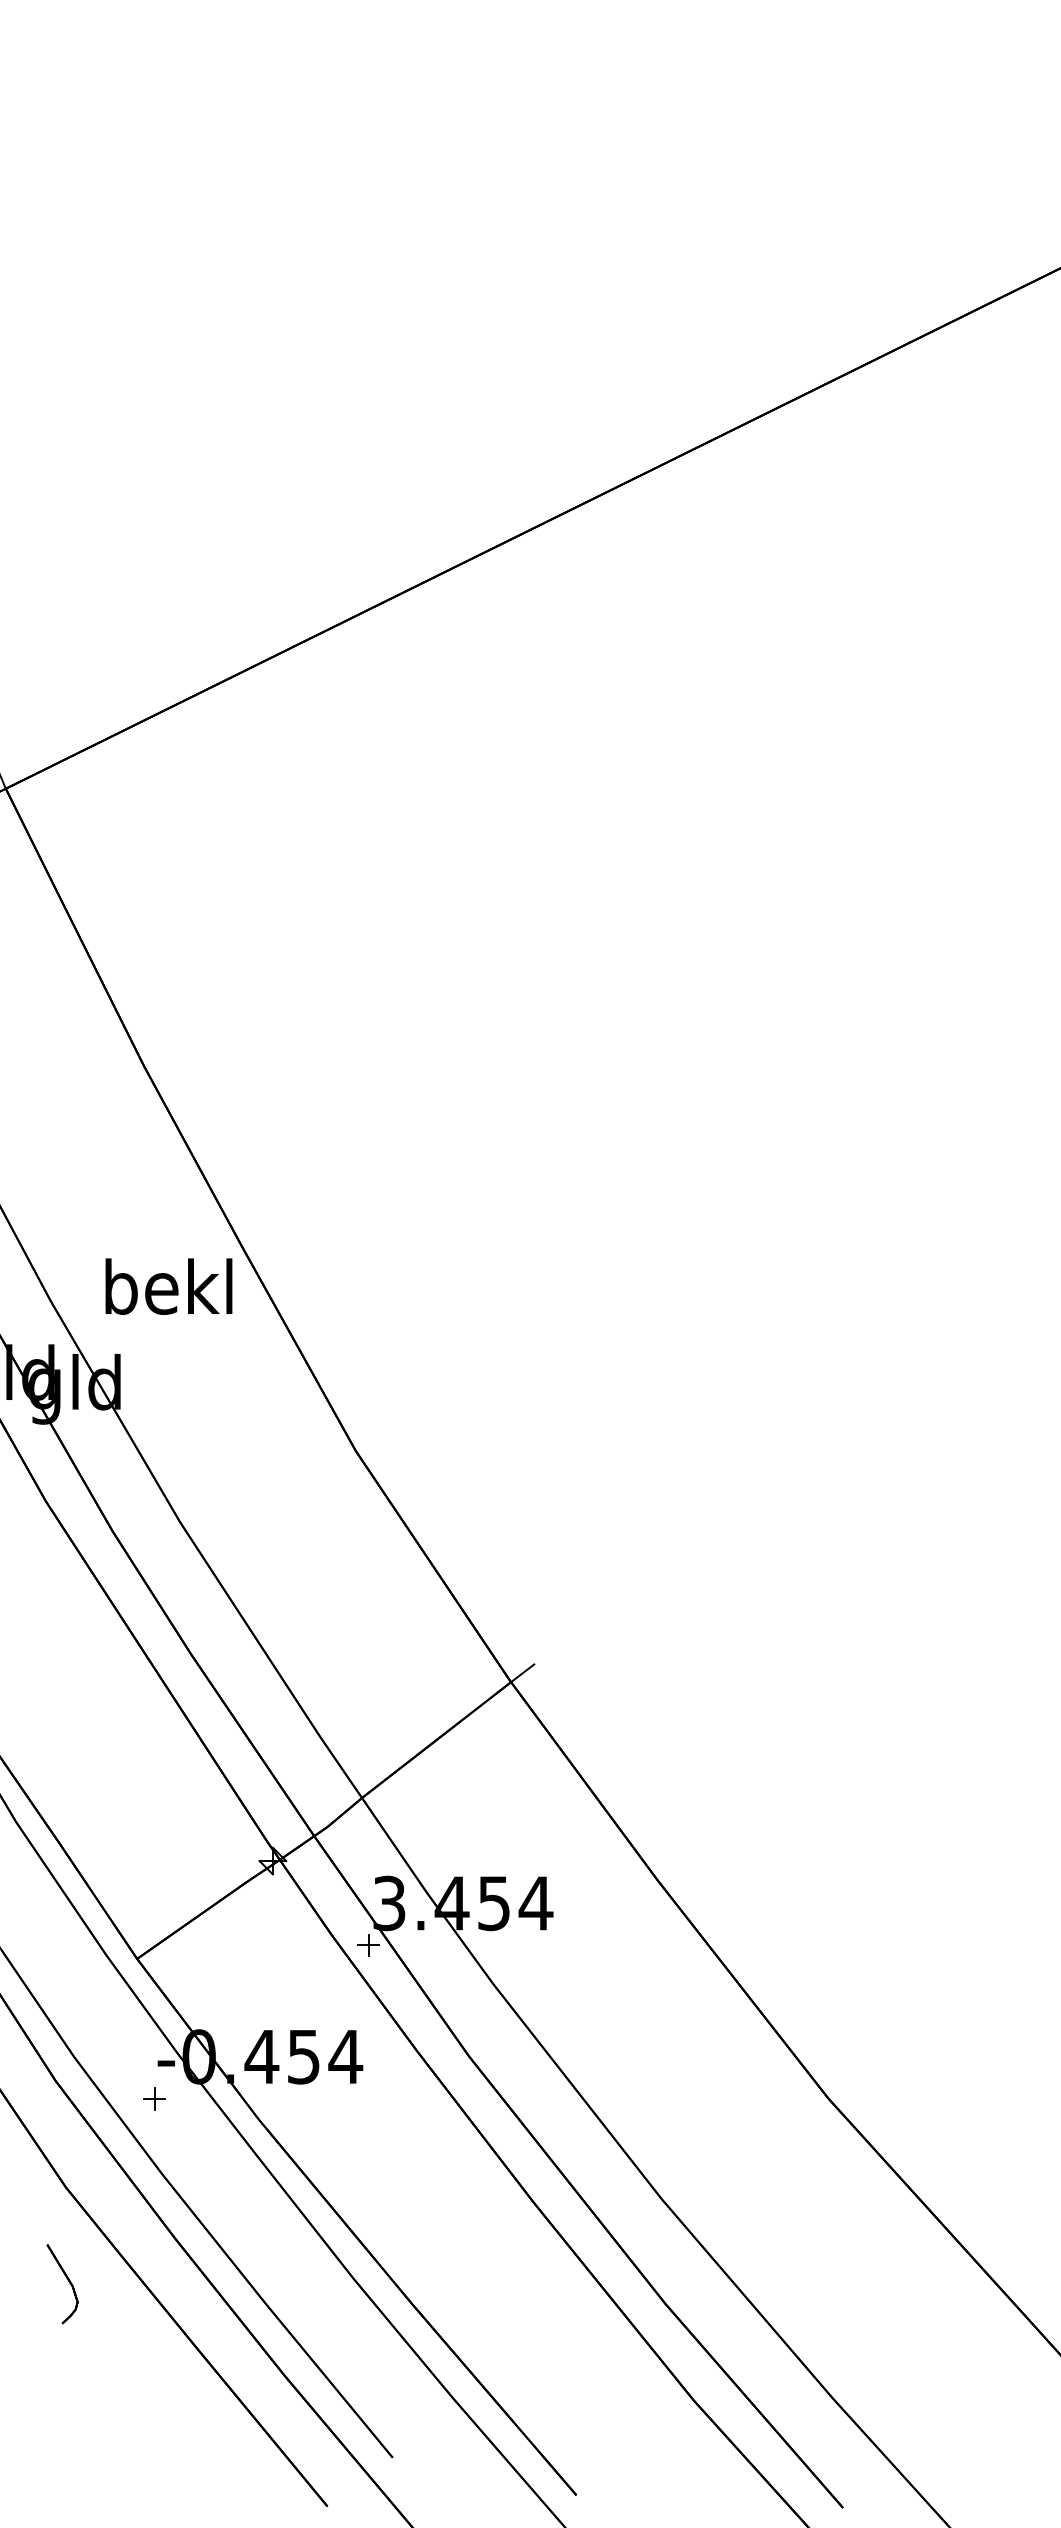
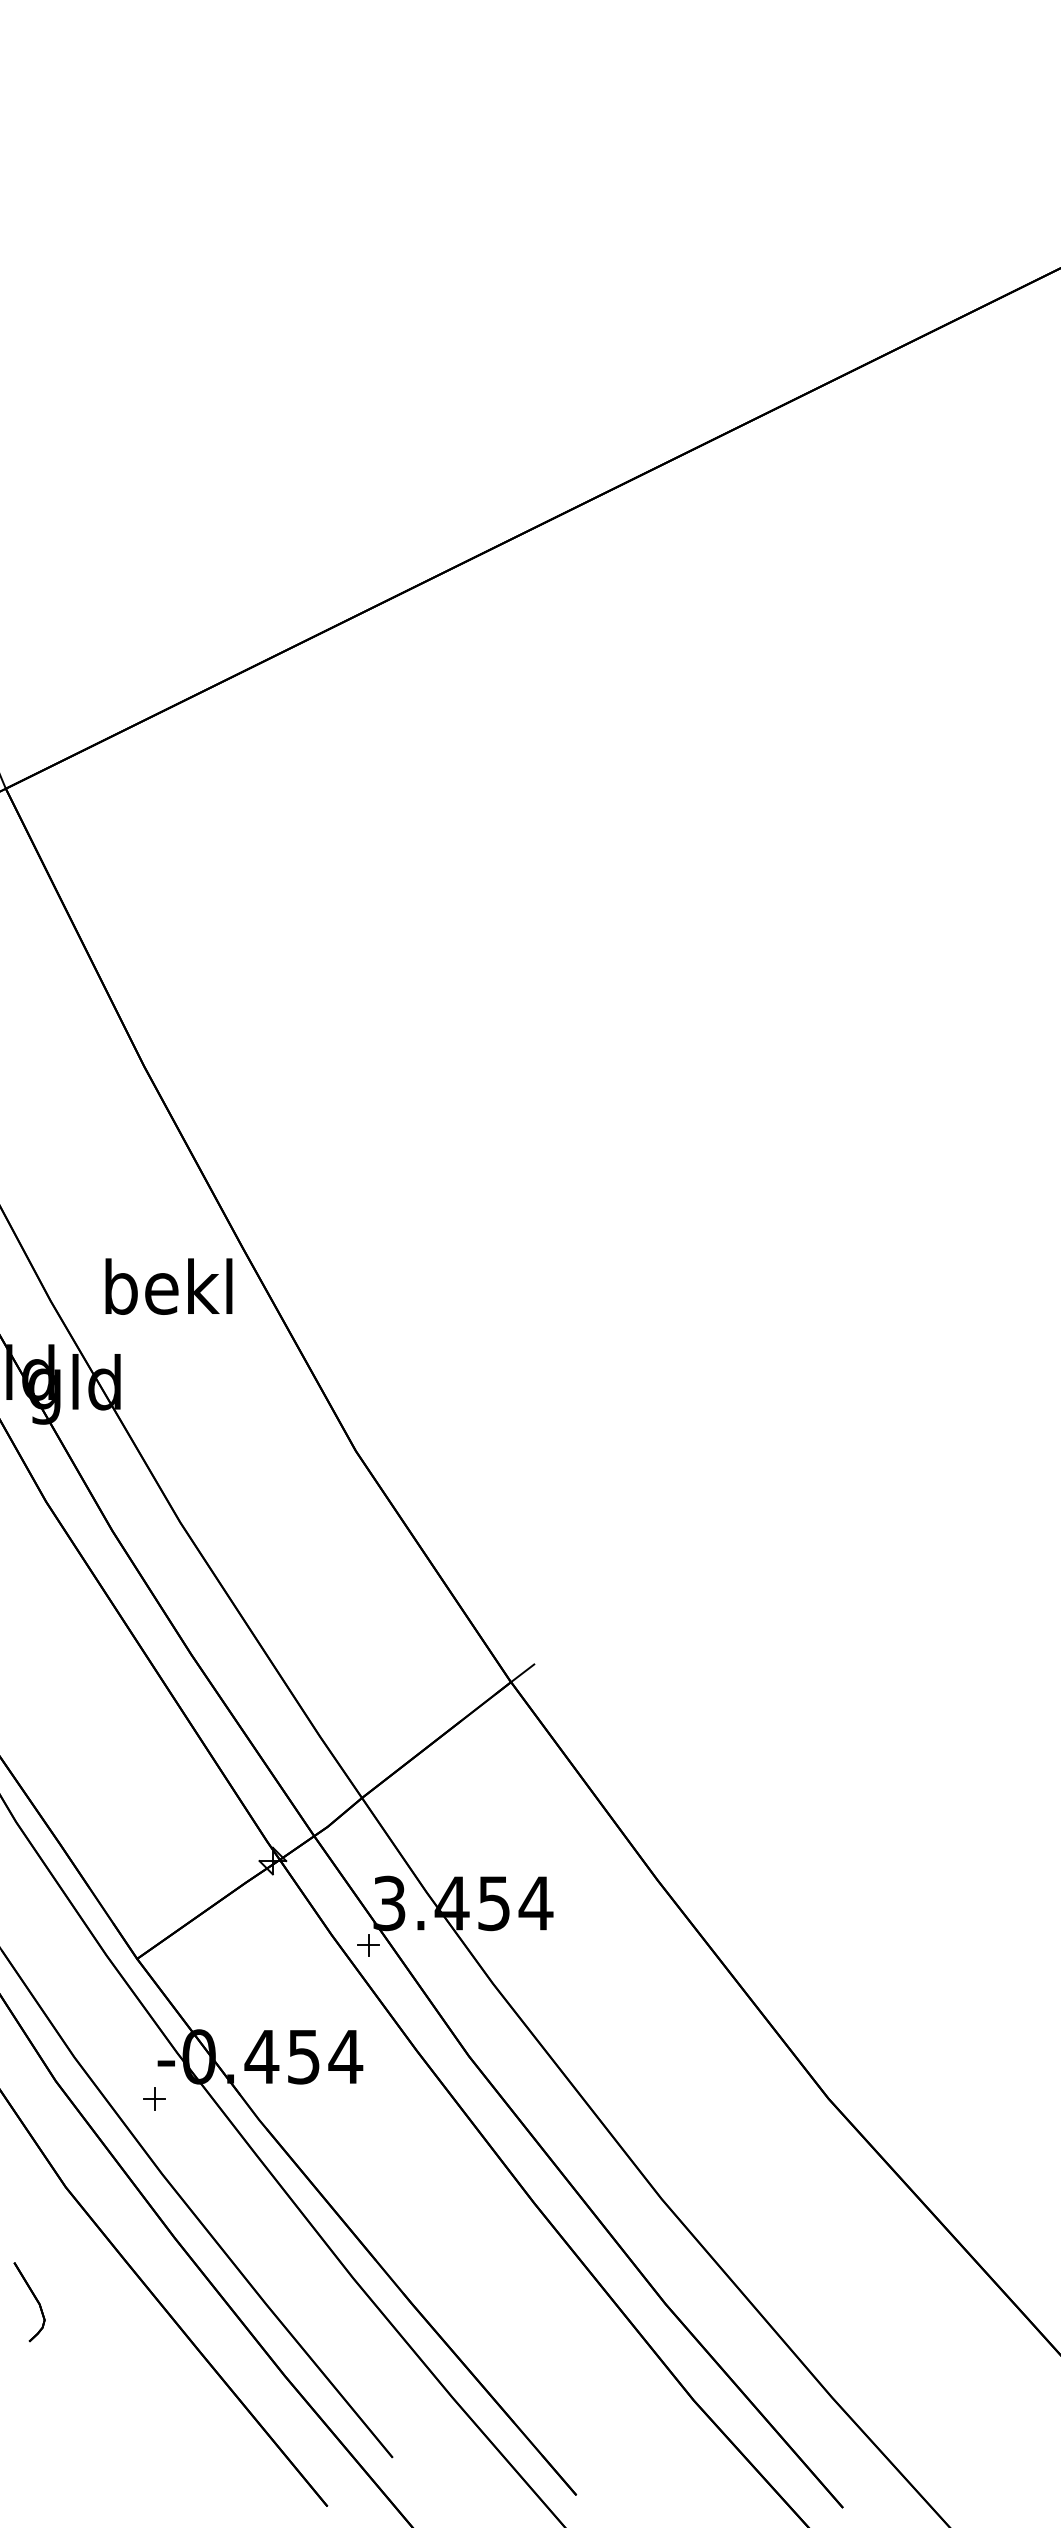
part at (67, 2280) position: (67, 2280) -> (34, 2298)
